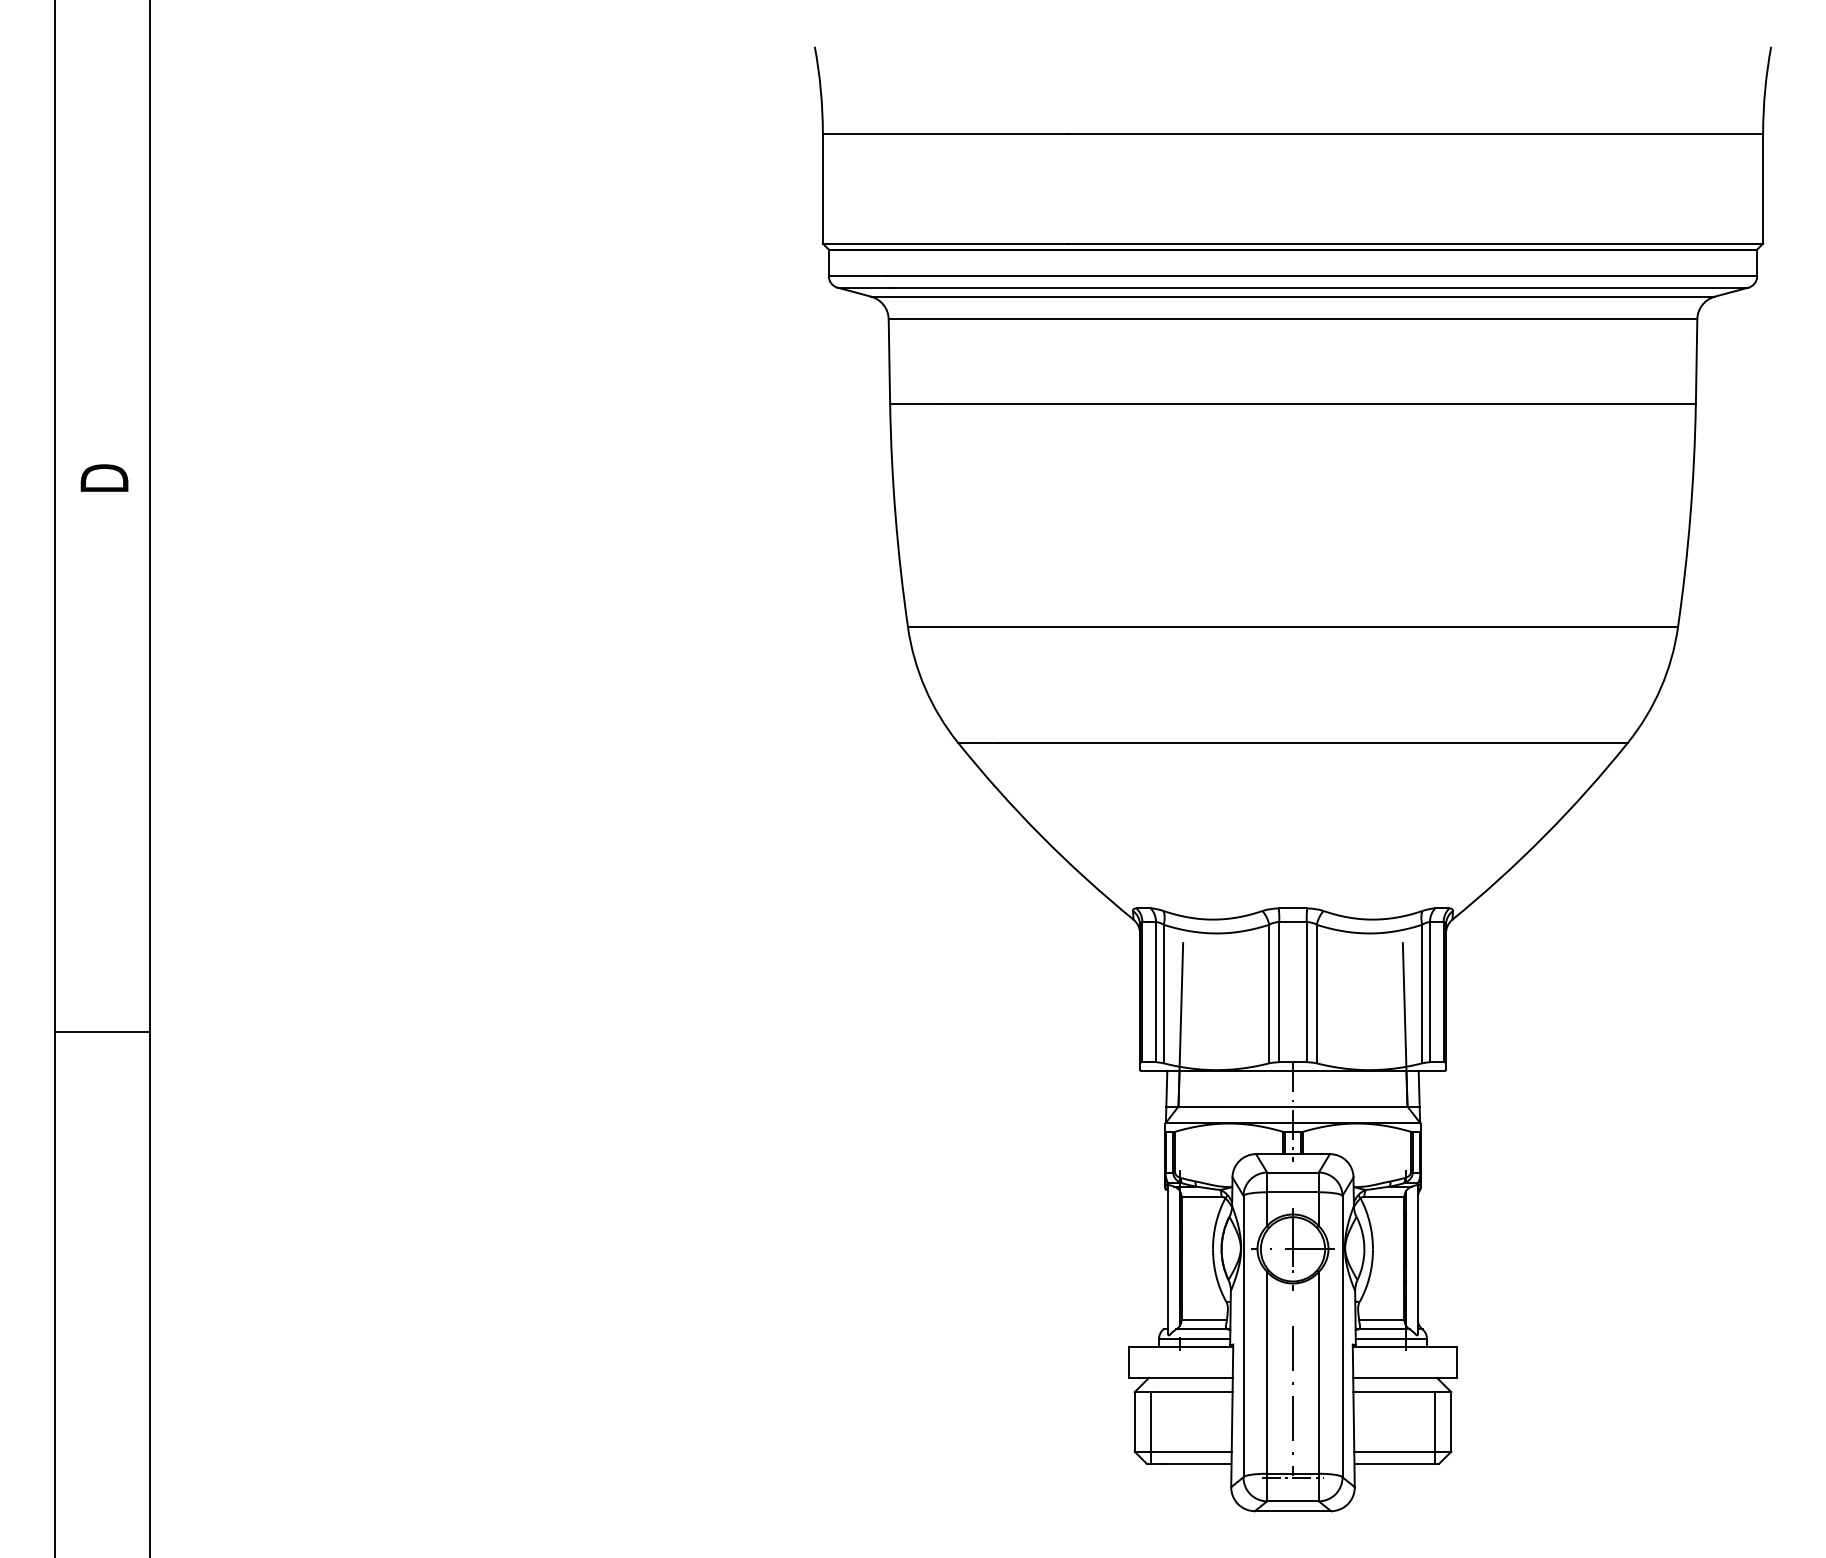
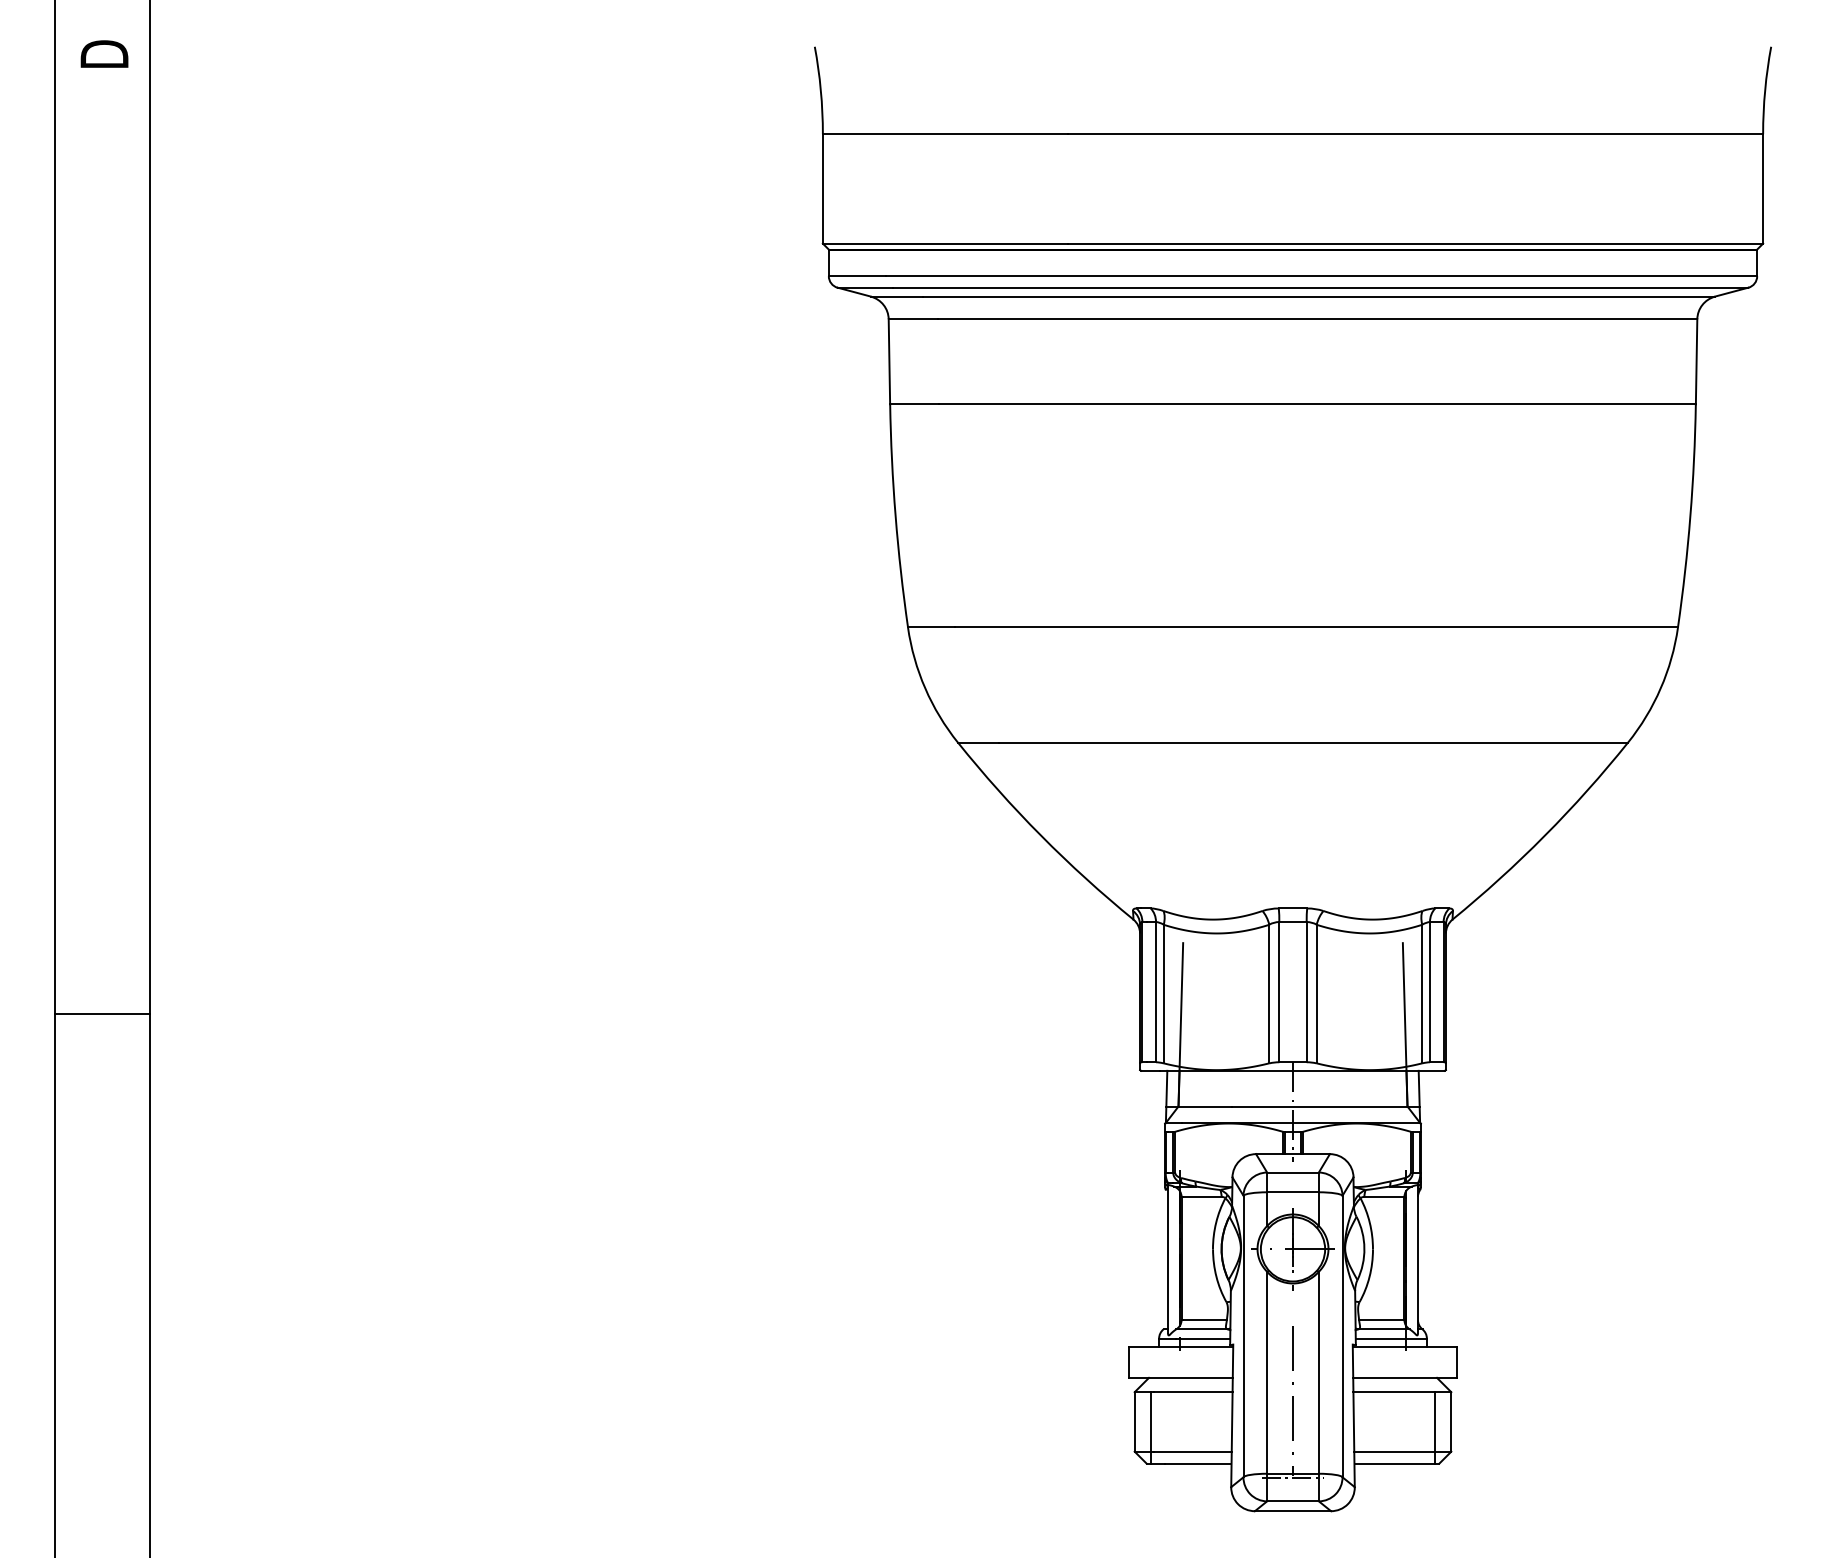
text at (104, 477) position: (104, 477) -> (104, 53)
line at (101, 1032) position: (101, 1032) -> (101, 1014)
